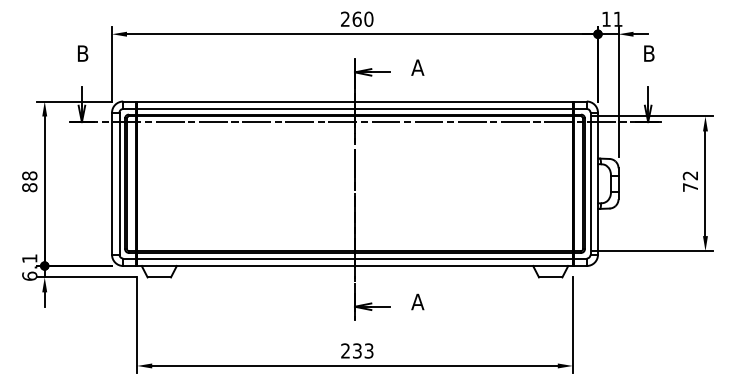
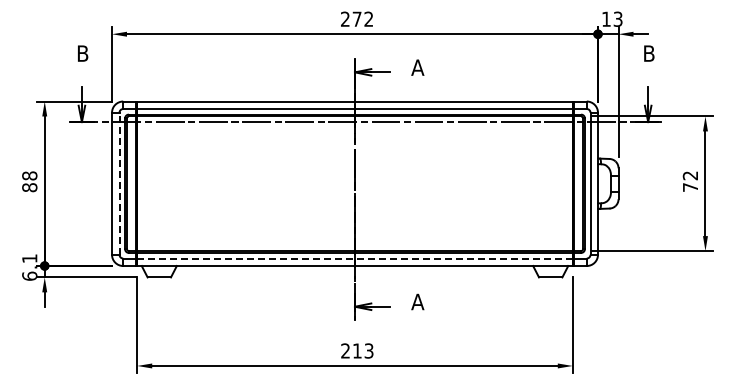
text at (362, 18): 260 -> 272
text at (617, 18): 11 -> 13
line at (119, 183): solid -> dashed
line at (355, 258): solid -> dashed
text at (357, 350): 233 -> 213
